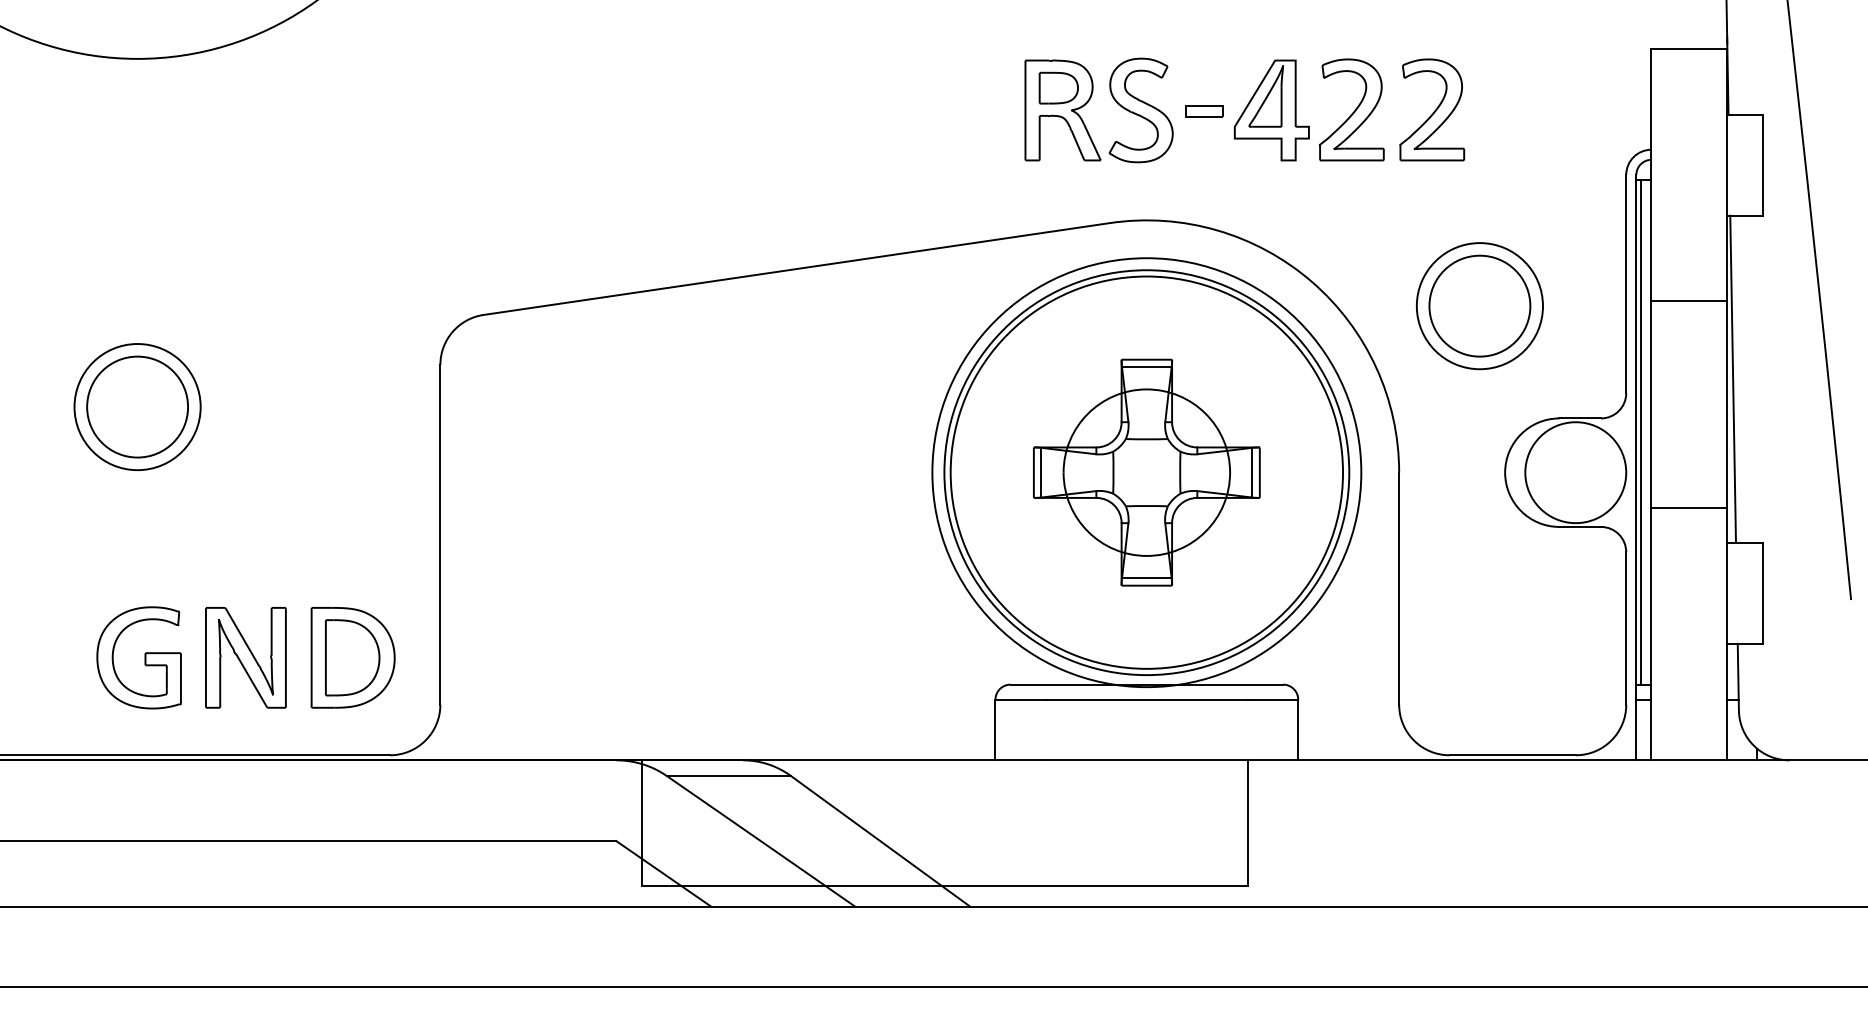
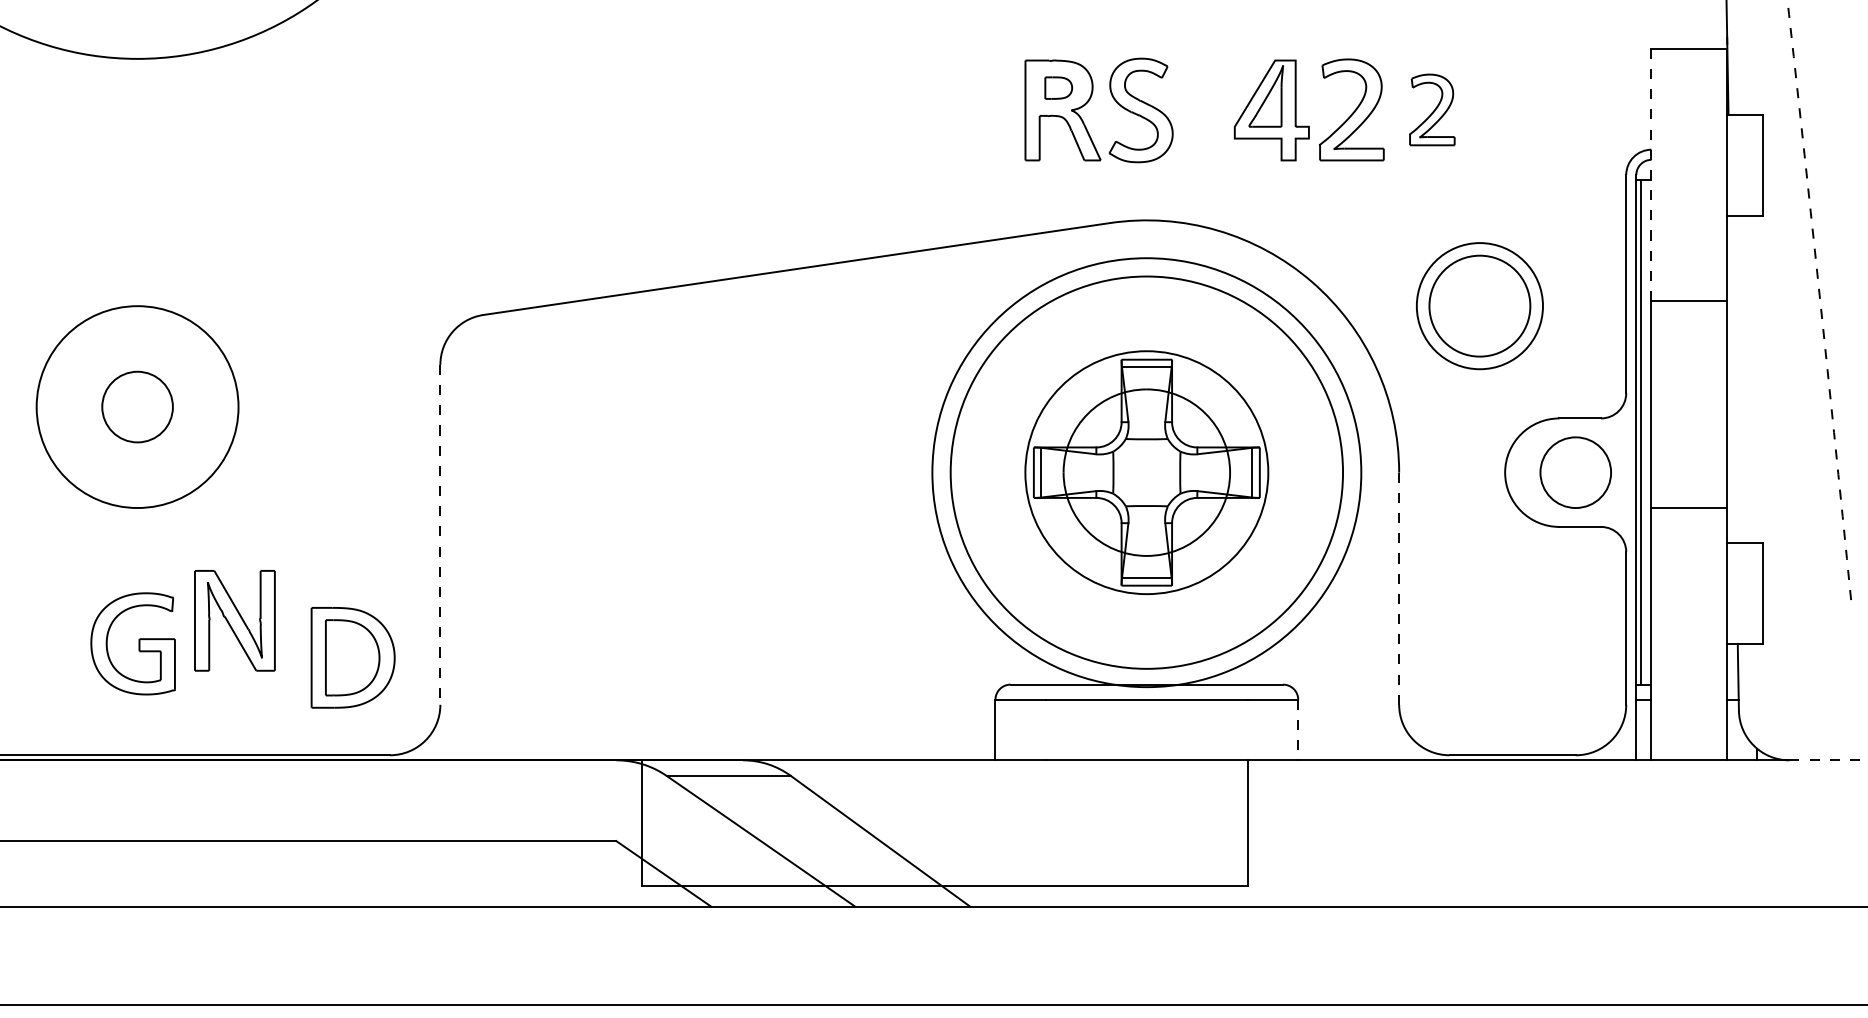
part at (1058, 87) size: 41x34 px -> 29x24 px
part at (1432, 109) size: 67x104 px -> 47x74 px
part at (1204, 111): present -> none
line at (1651, 174): solid -> dashed
arc at (1820, 299): solid -> dashed
line at (1732, 378): present -> none
circle at (137, 406) diameter: 101 px -> 71 px
circle at (137, 407) diameter: 126 px -> 202 px
circle at (1146, 472) diameter: 405 px -> 243 px
circle at (1575, 472) diameter: 101 px -> 71 px
line at (440, 534): solid -> dashed
line at (1399, 588): solid -> dashed
part at (138, 657) position: (138, 657) -> (132, 643)
part at (245, 657) position: (245, 657) -> (234, 620)
line at (1298, 730): solid -> dashed
line at (1828, 760): solid -> dashed
line at (933, 987) position: (933, 987) -> (933, 1005)
